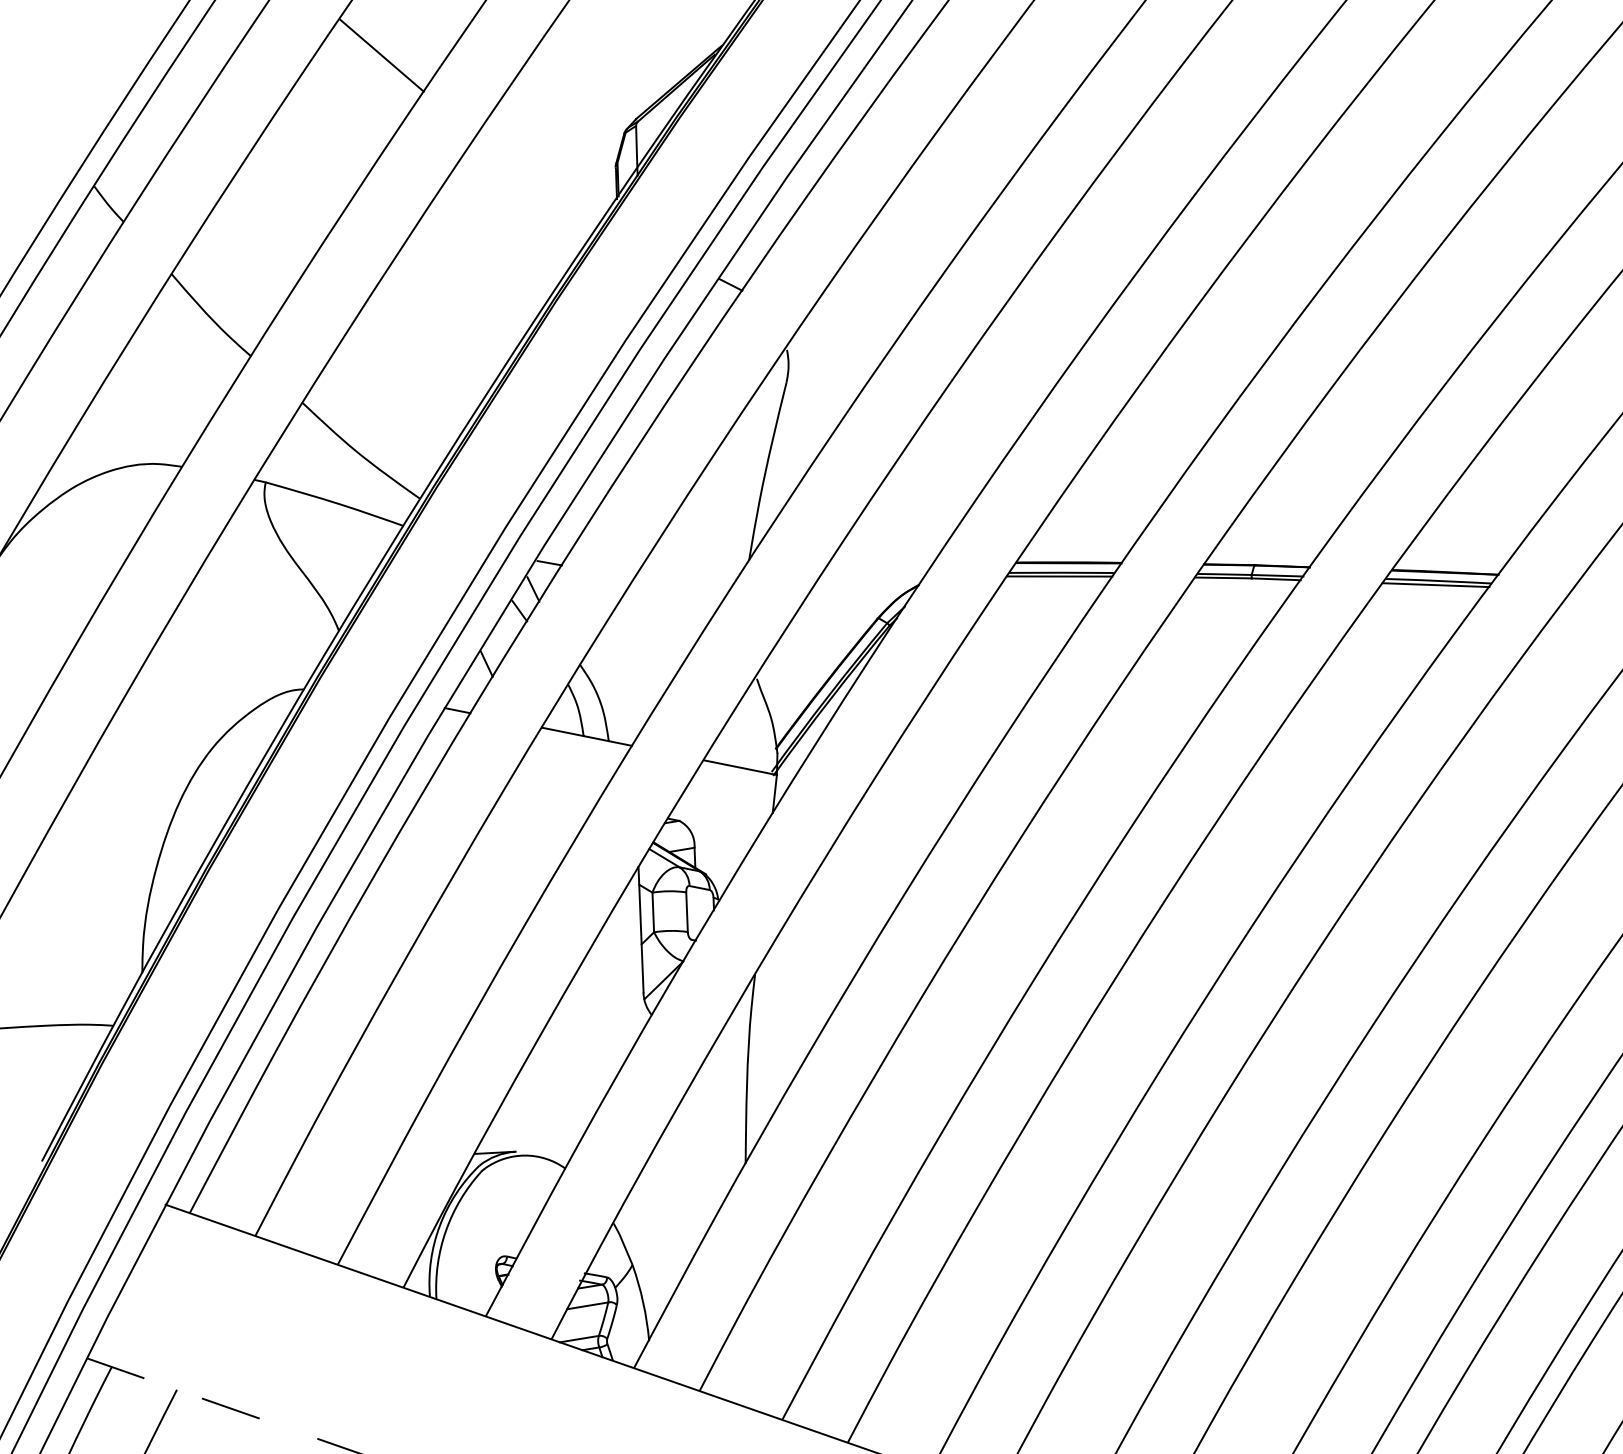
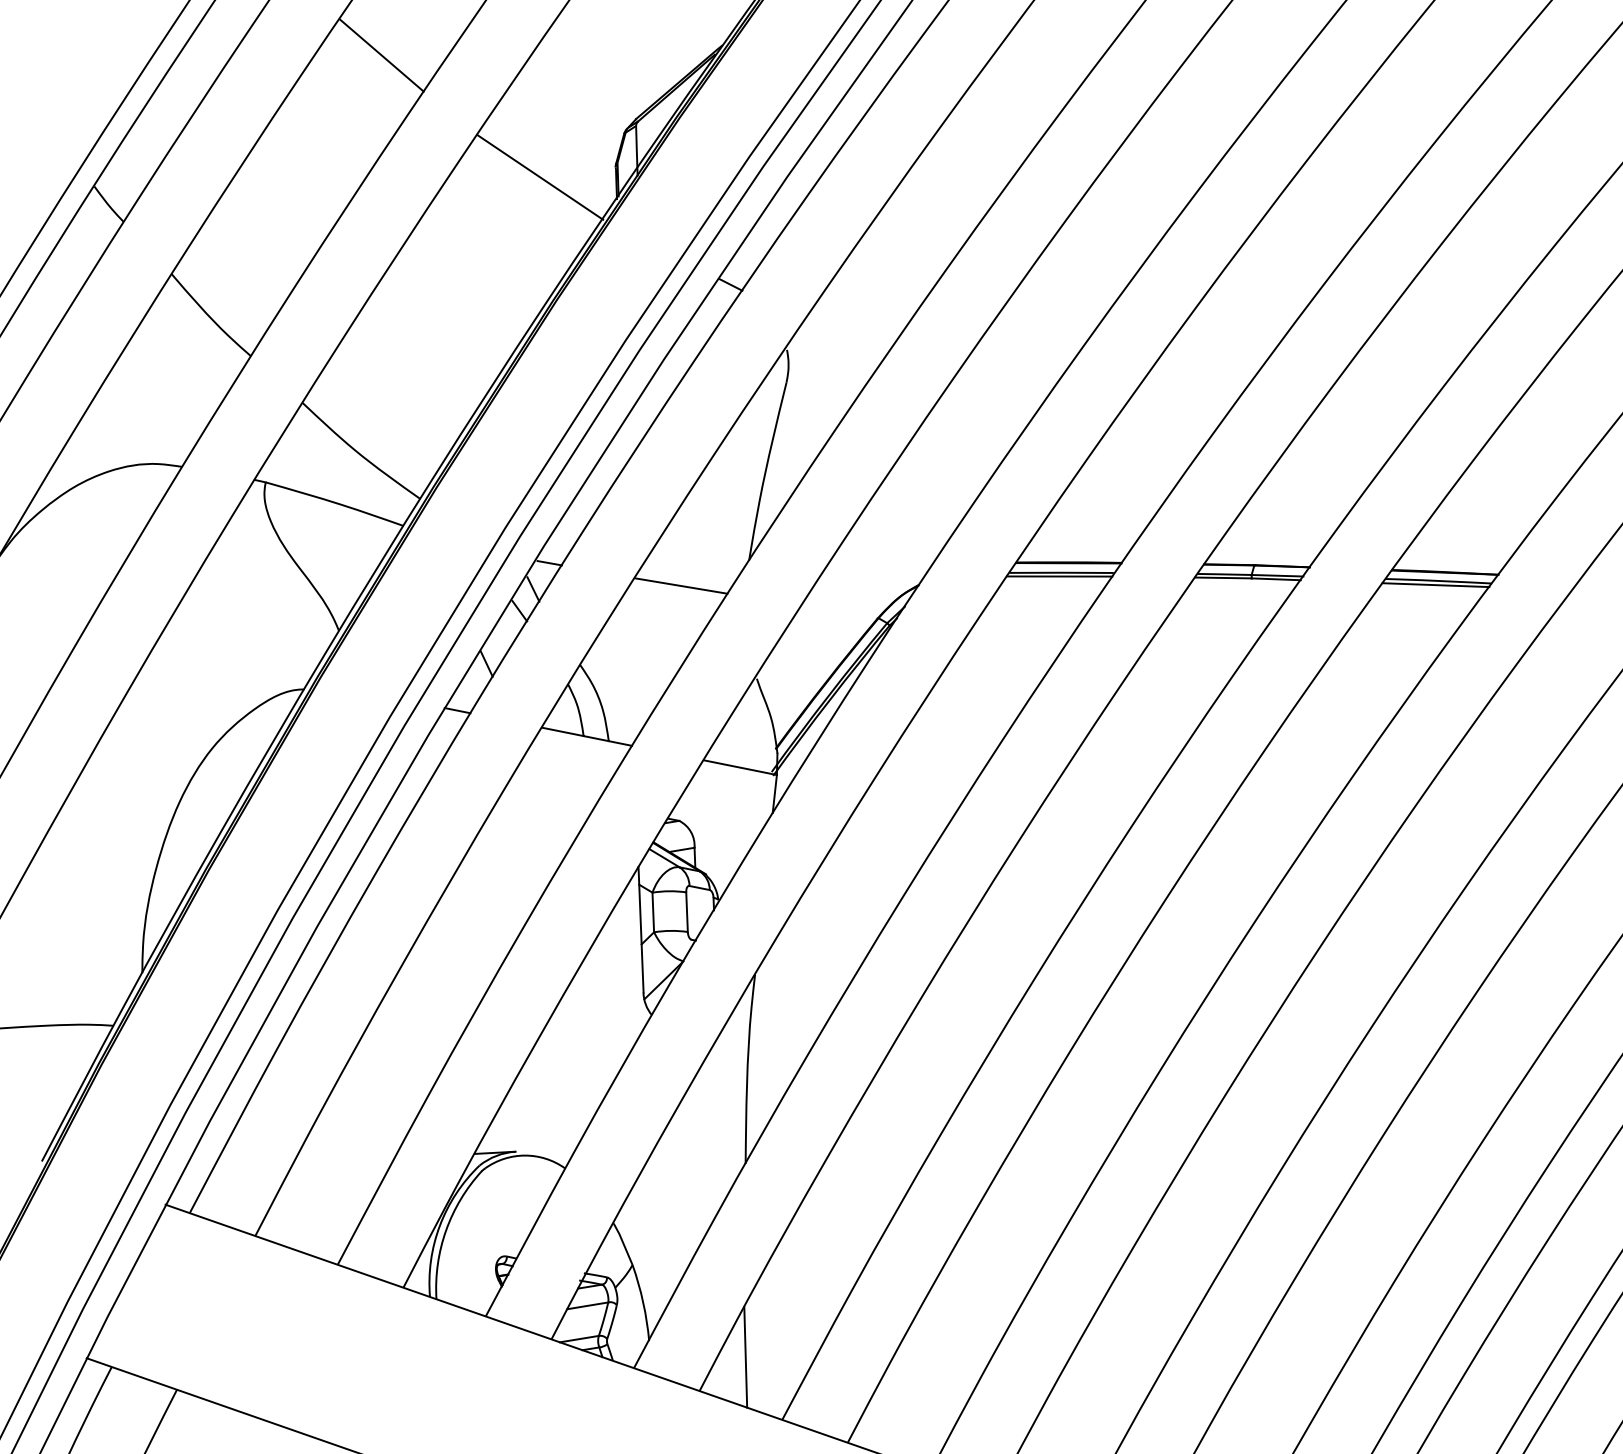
line at (540, 176): none -> present
line at (680, 585): none -> present
line at (745, 1356): none -> present
line at (223, 1406): dashed -> solid
